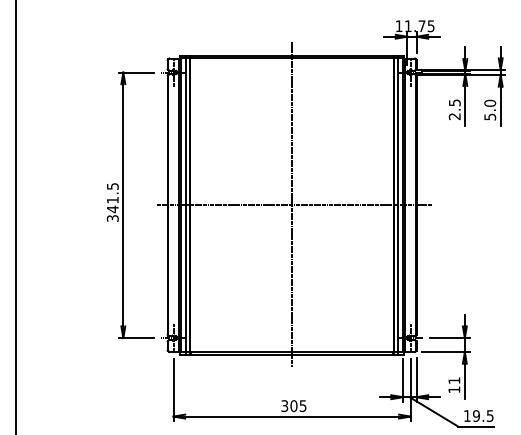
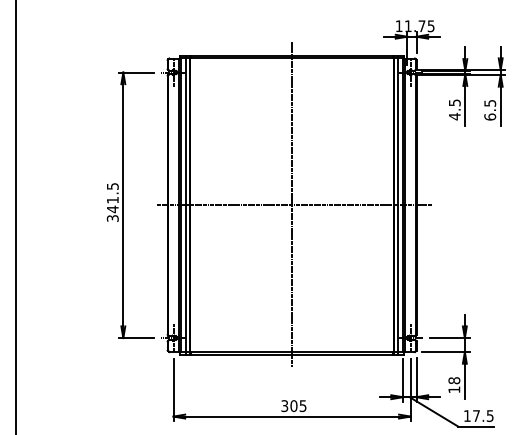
text at (490, 109): 5.0 -> 6.5
text at (454, 116): 2.5 -> 4.5
text at (454, 380): 11 -> 18
text at (476, 415): 19.5 -> 17.5
